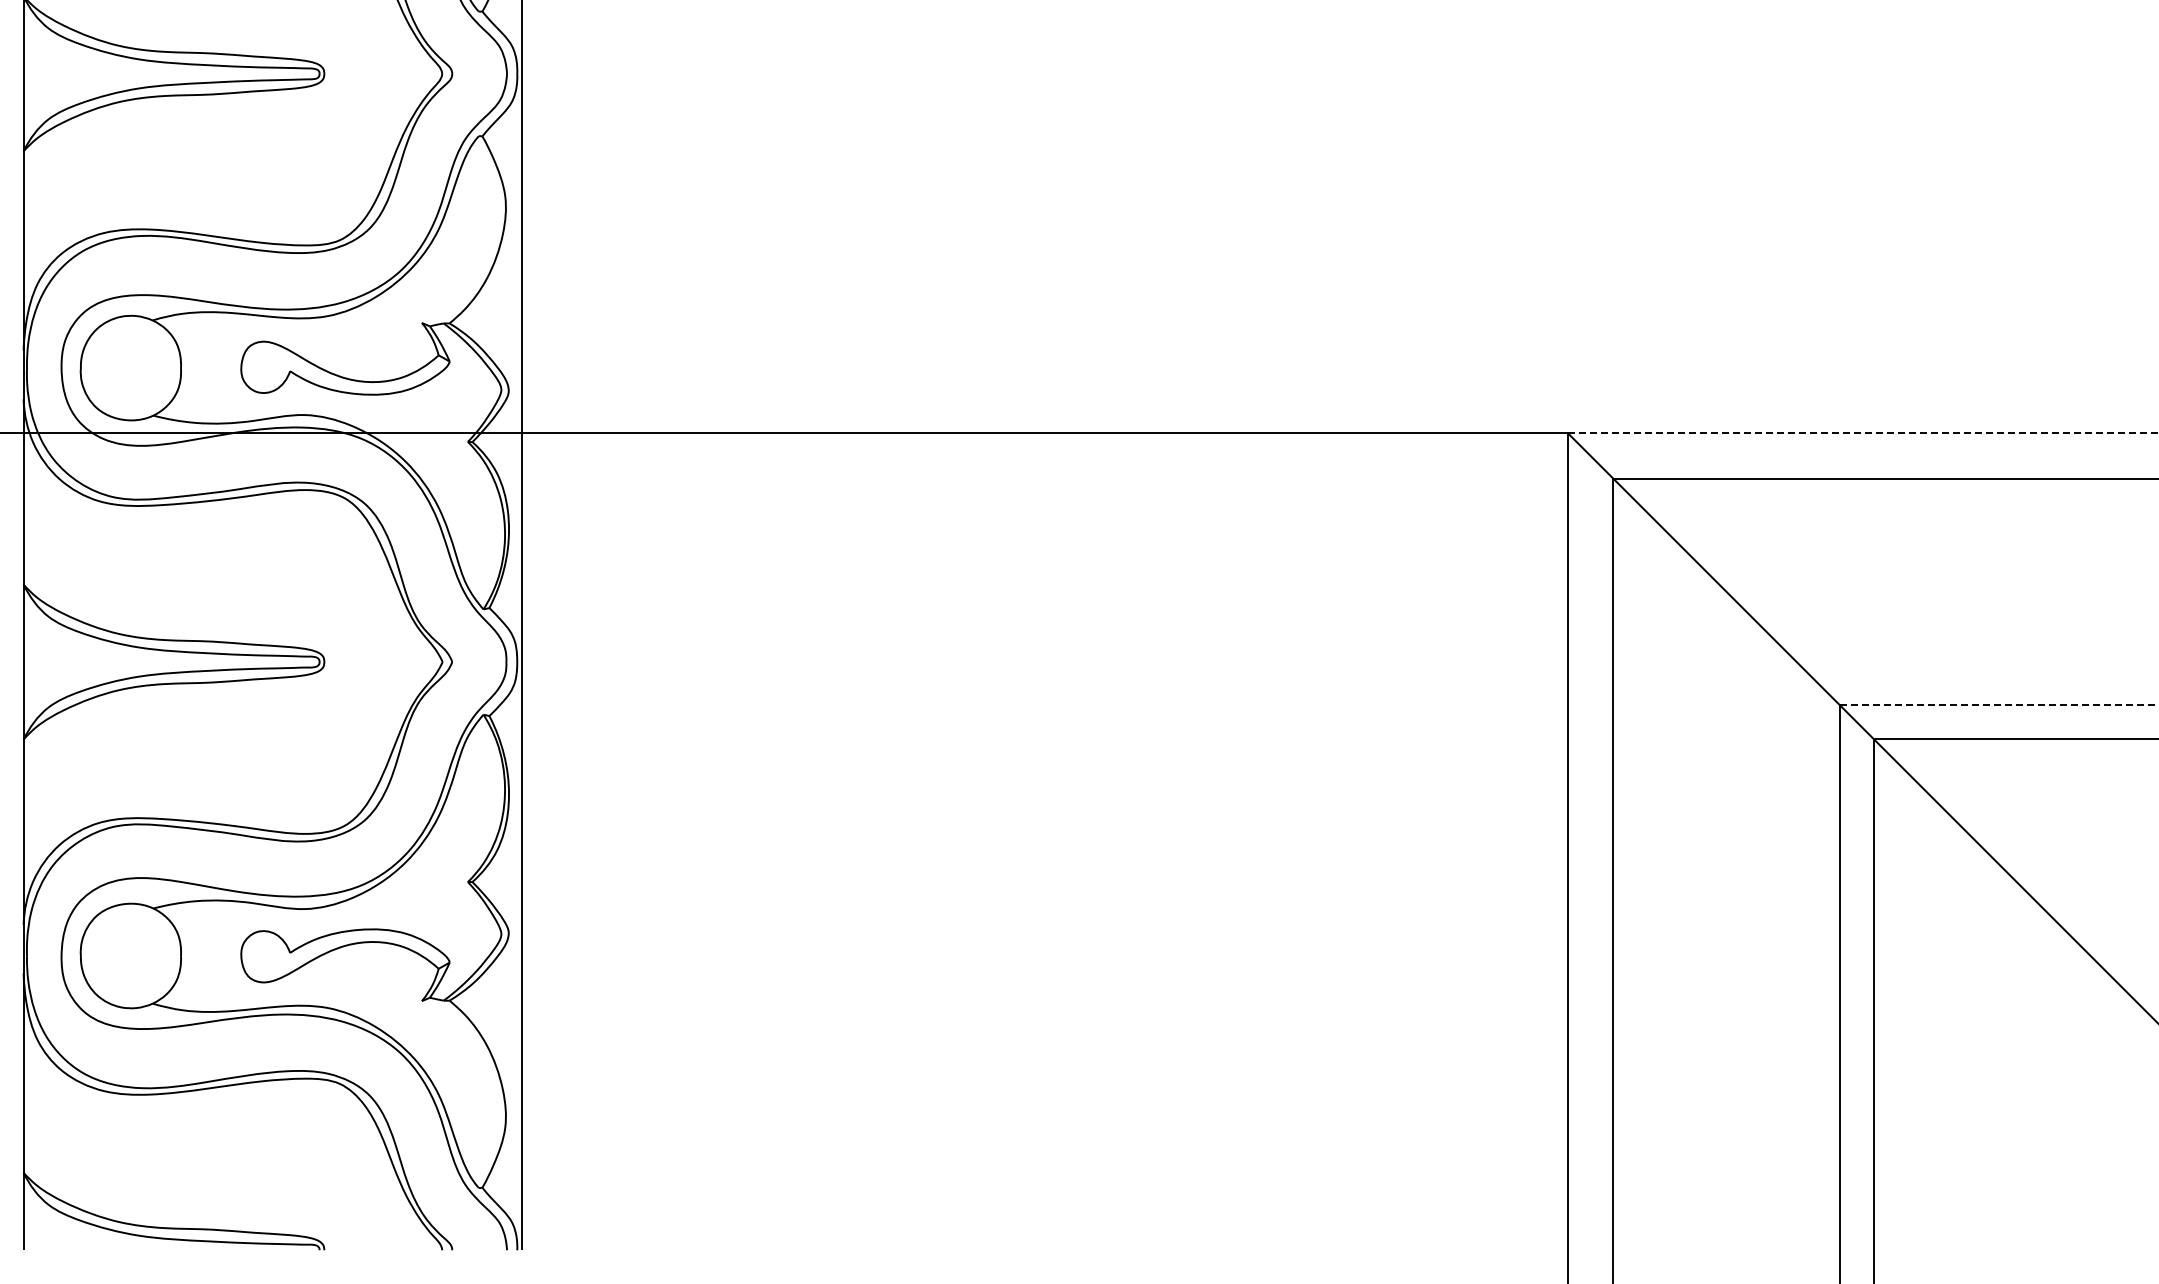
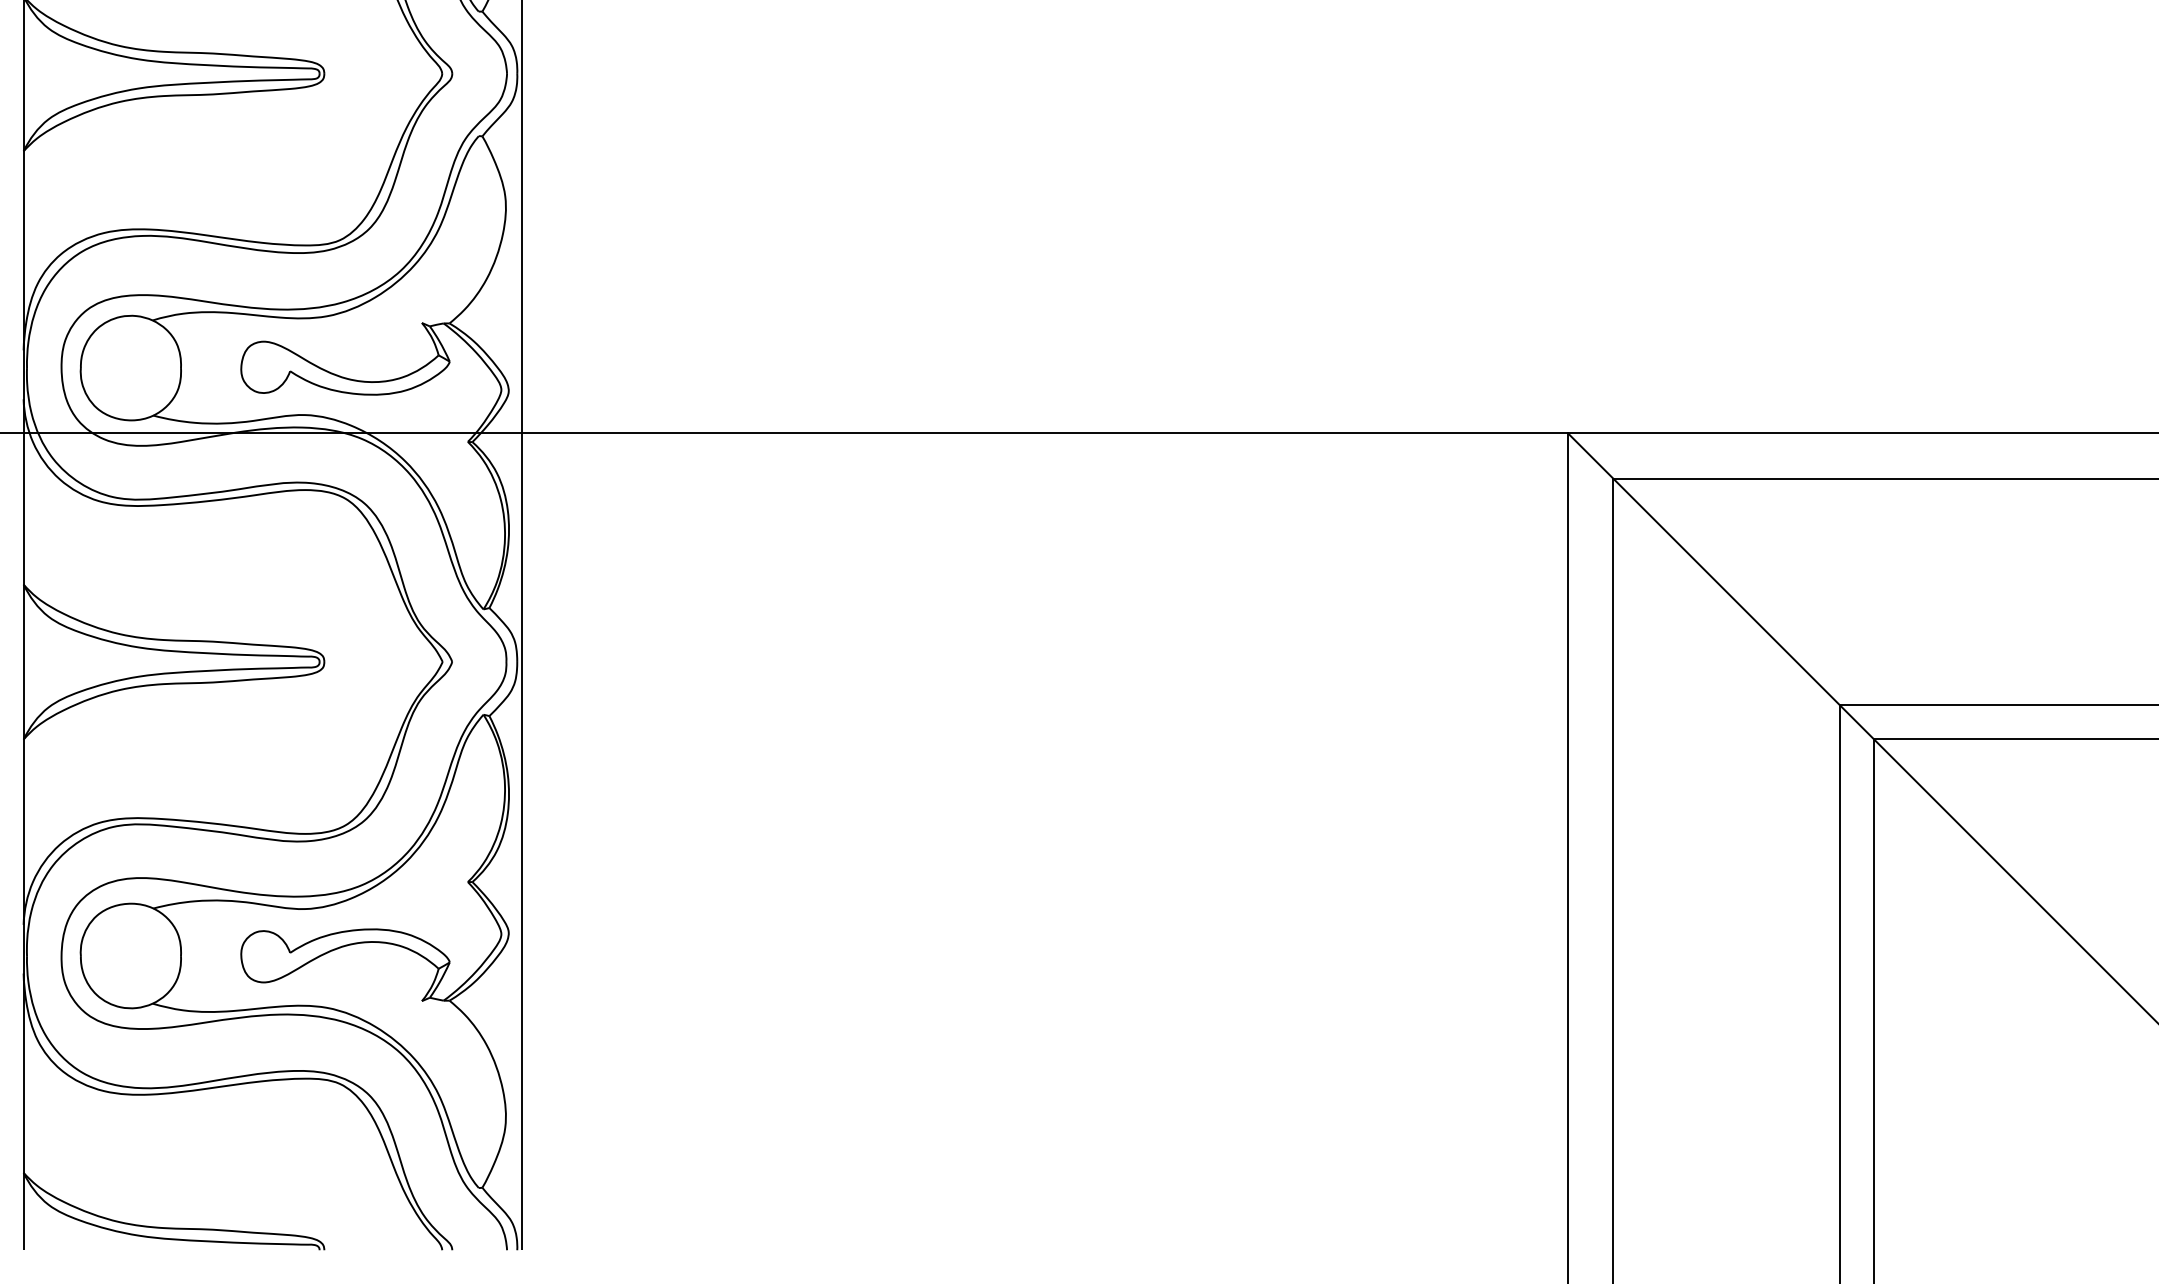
line at (1864, 433): dashed -> solid
line at (1999, 705): dashed -> solid
